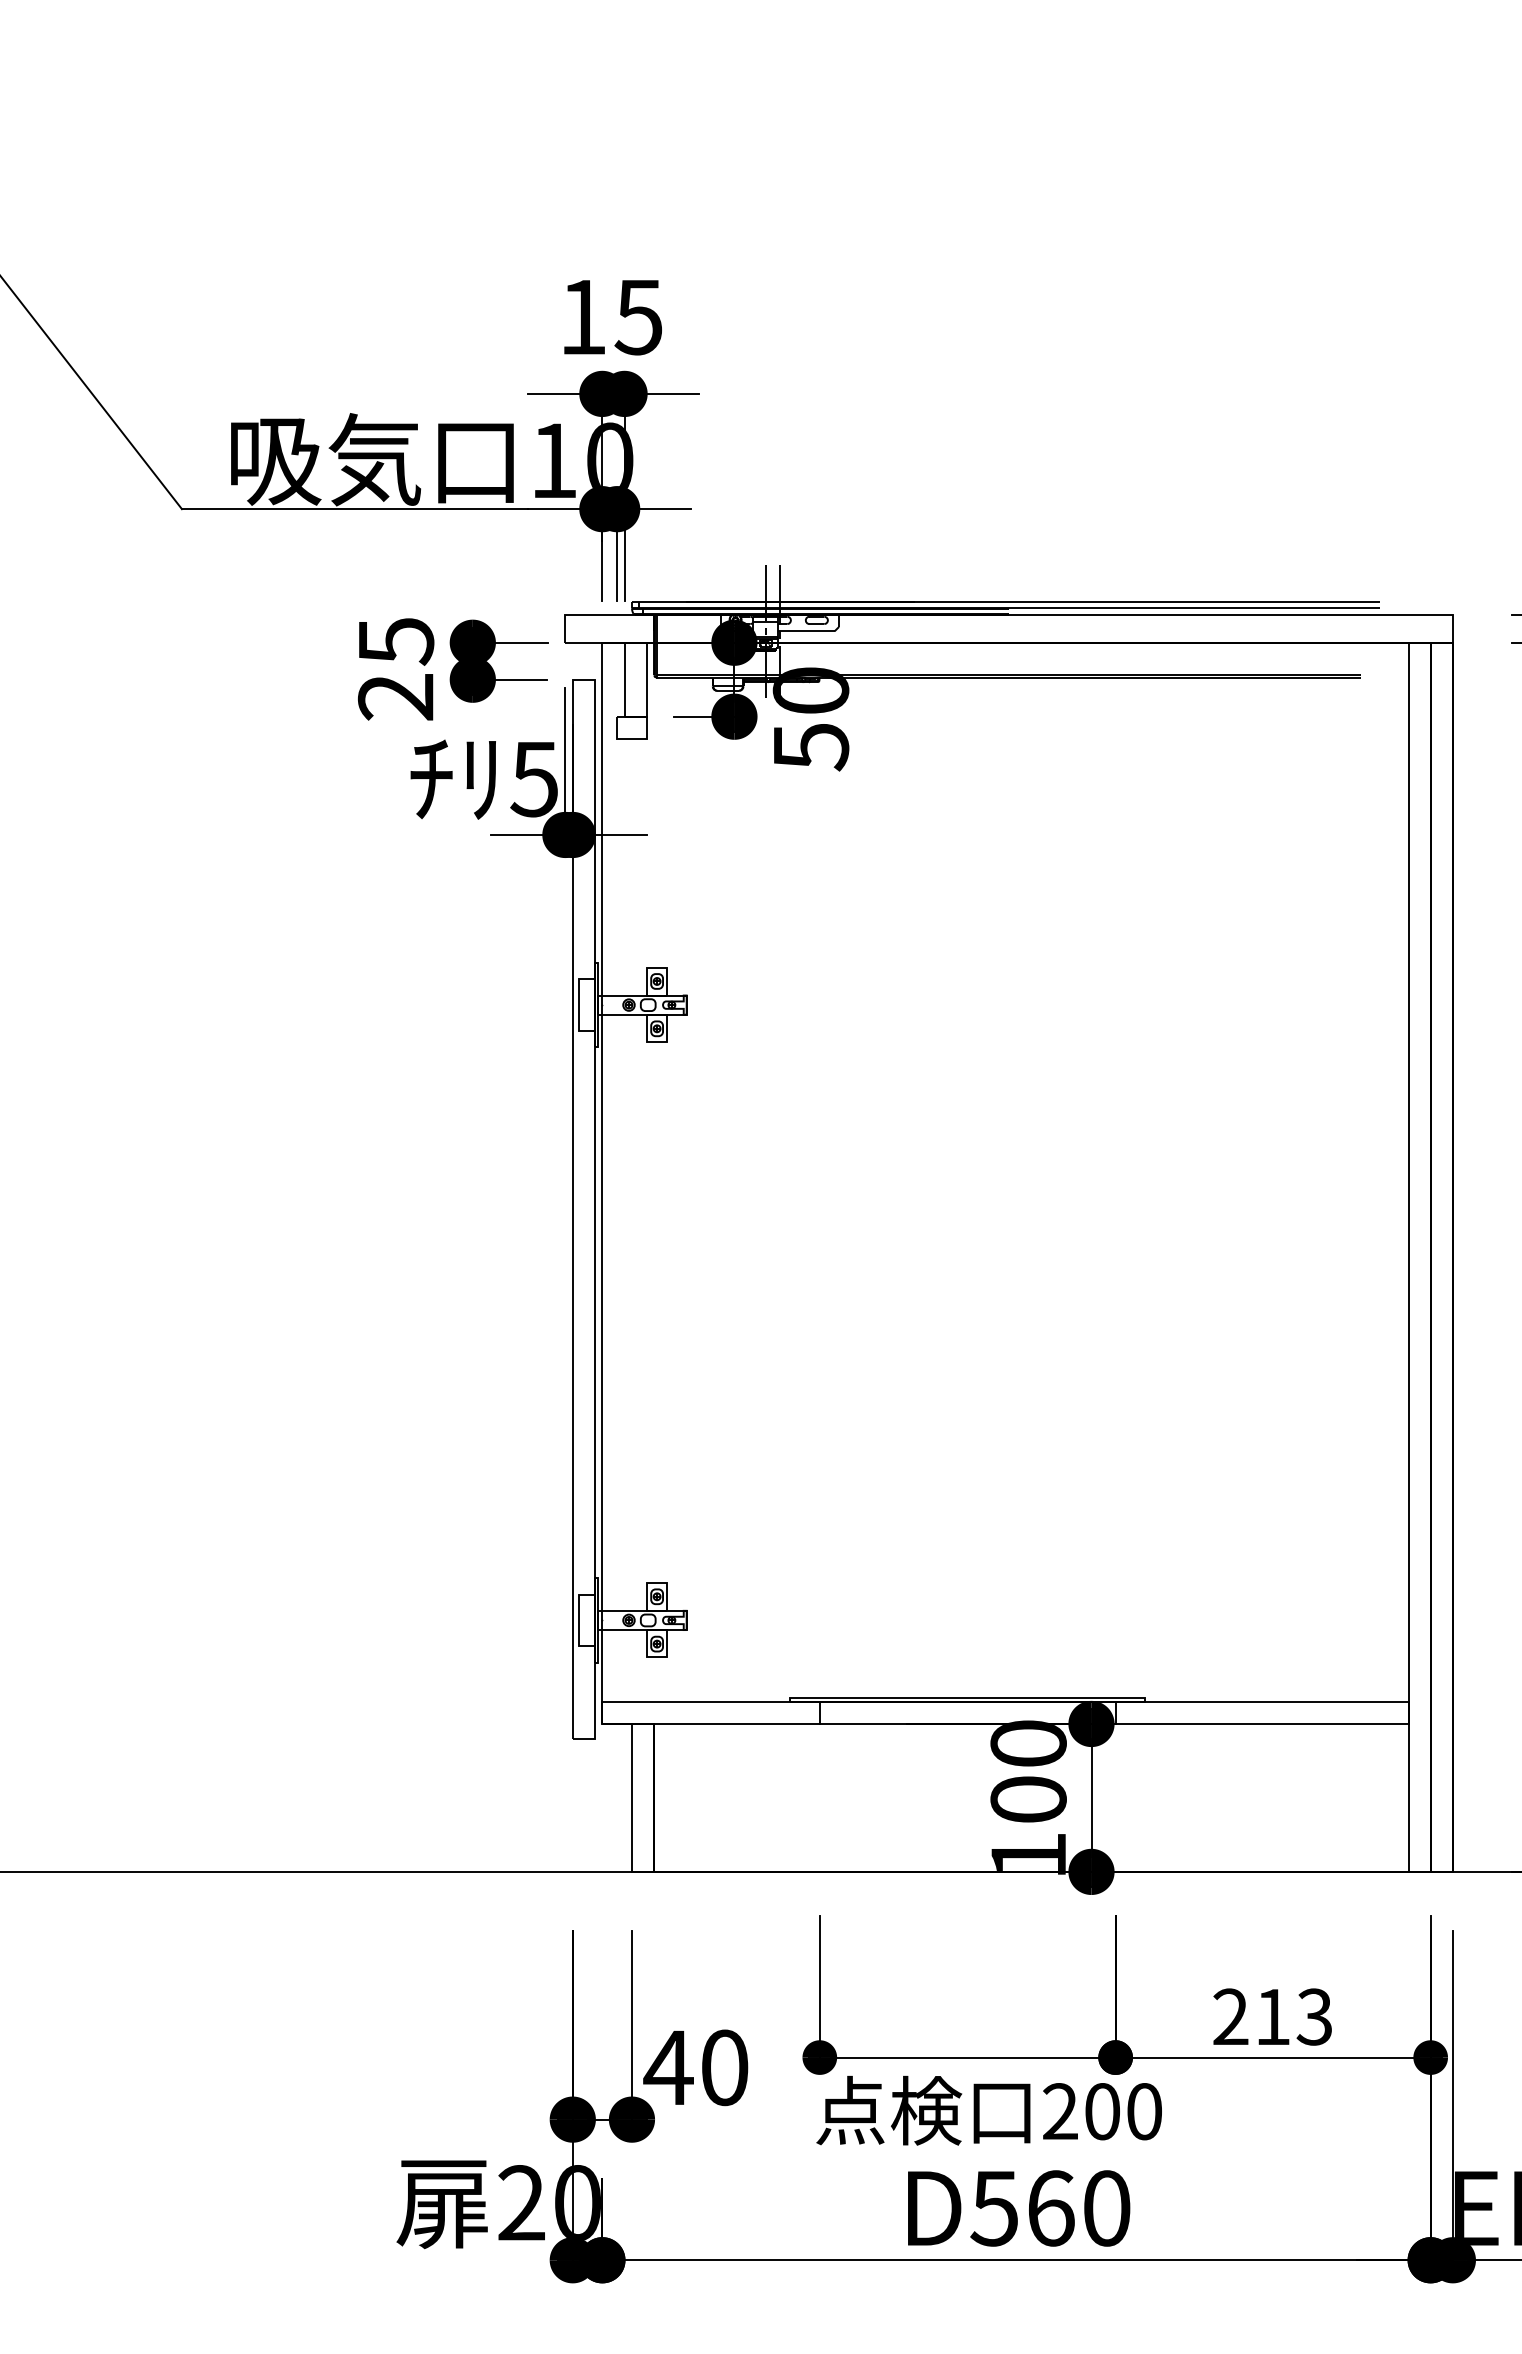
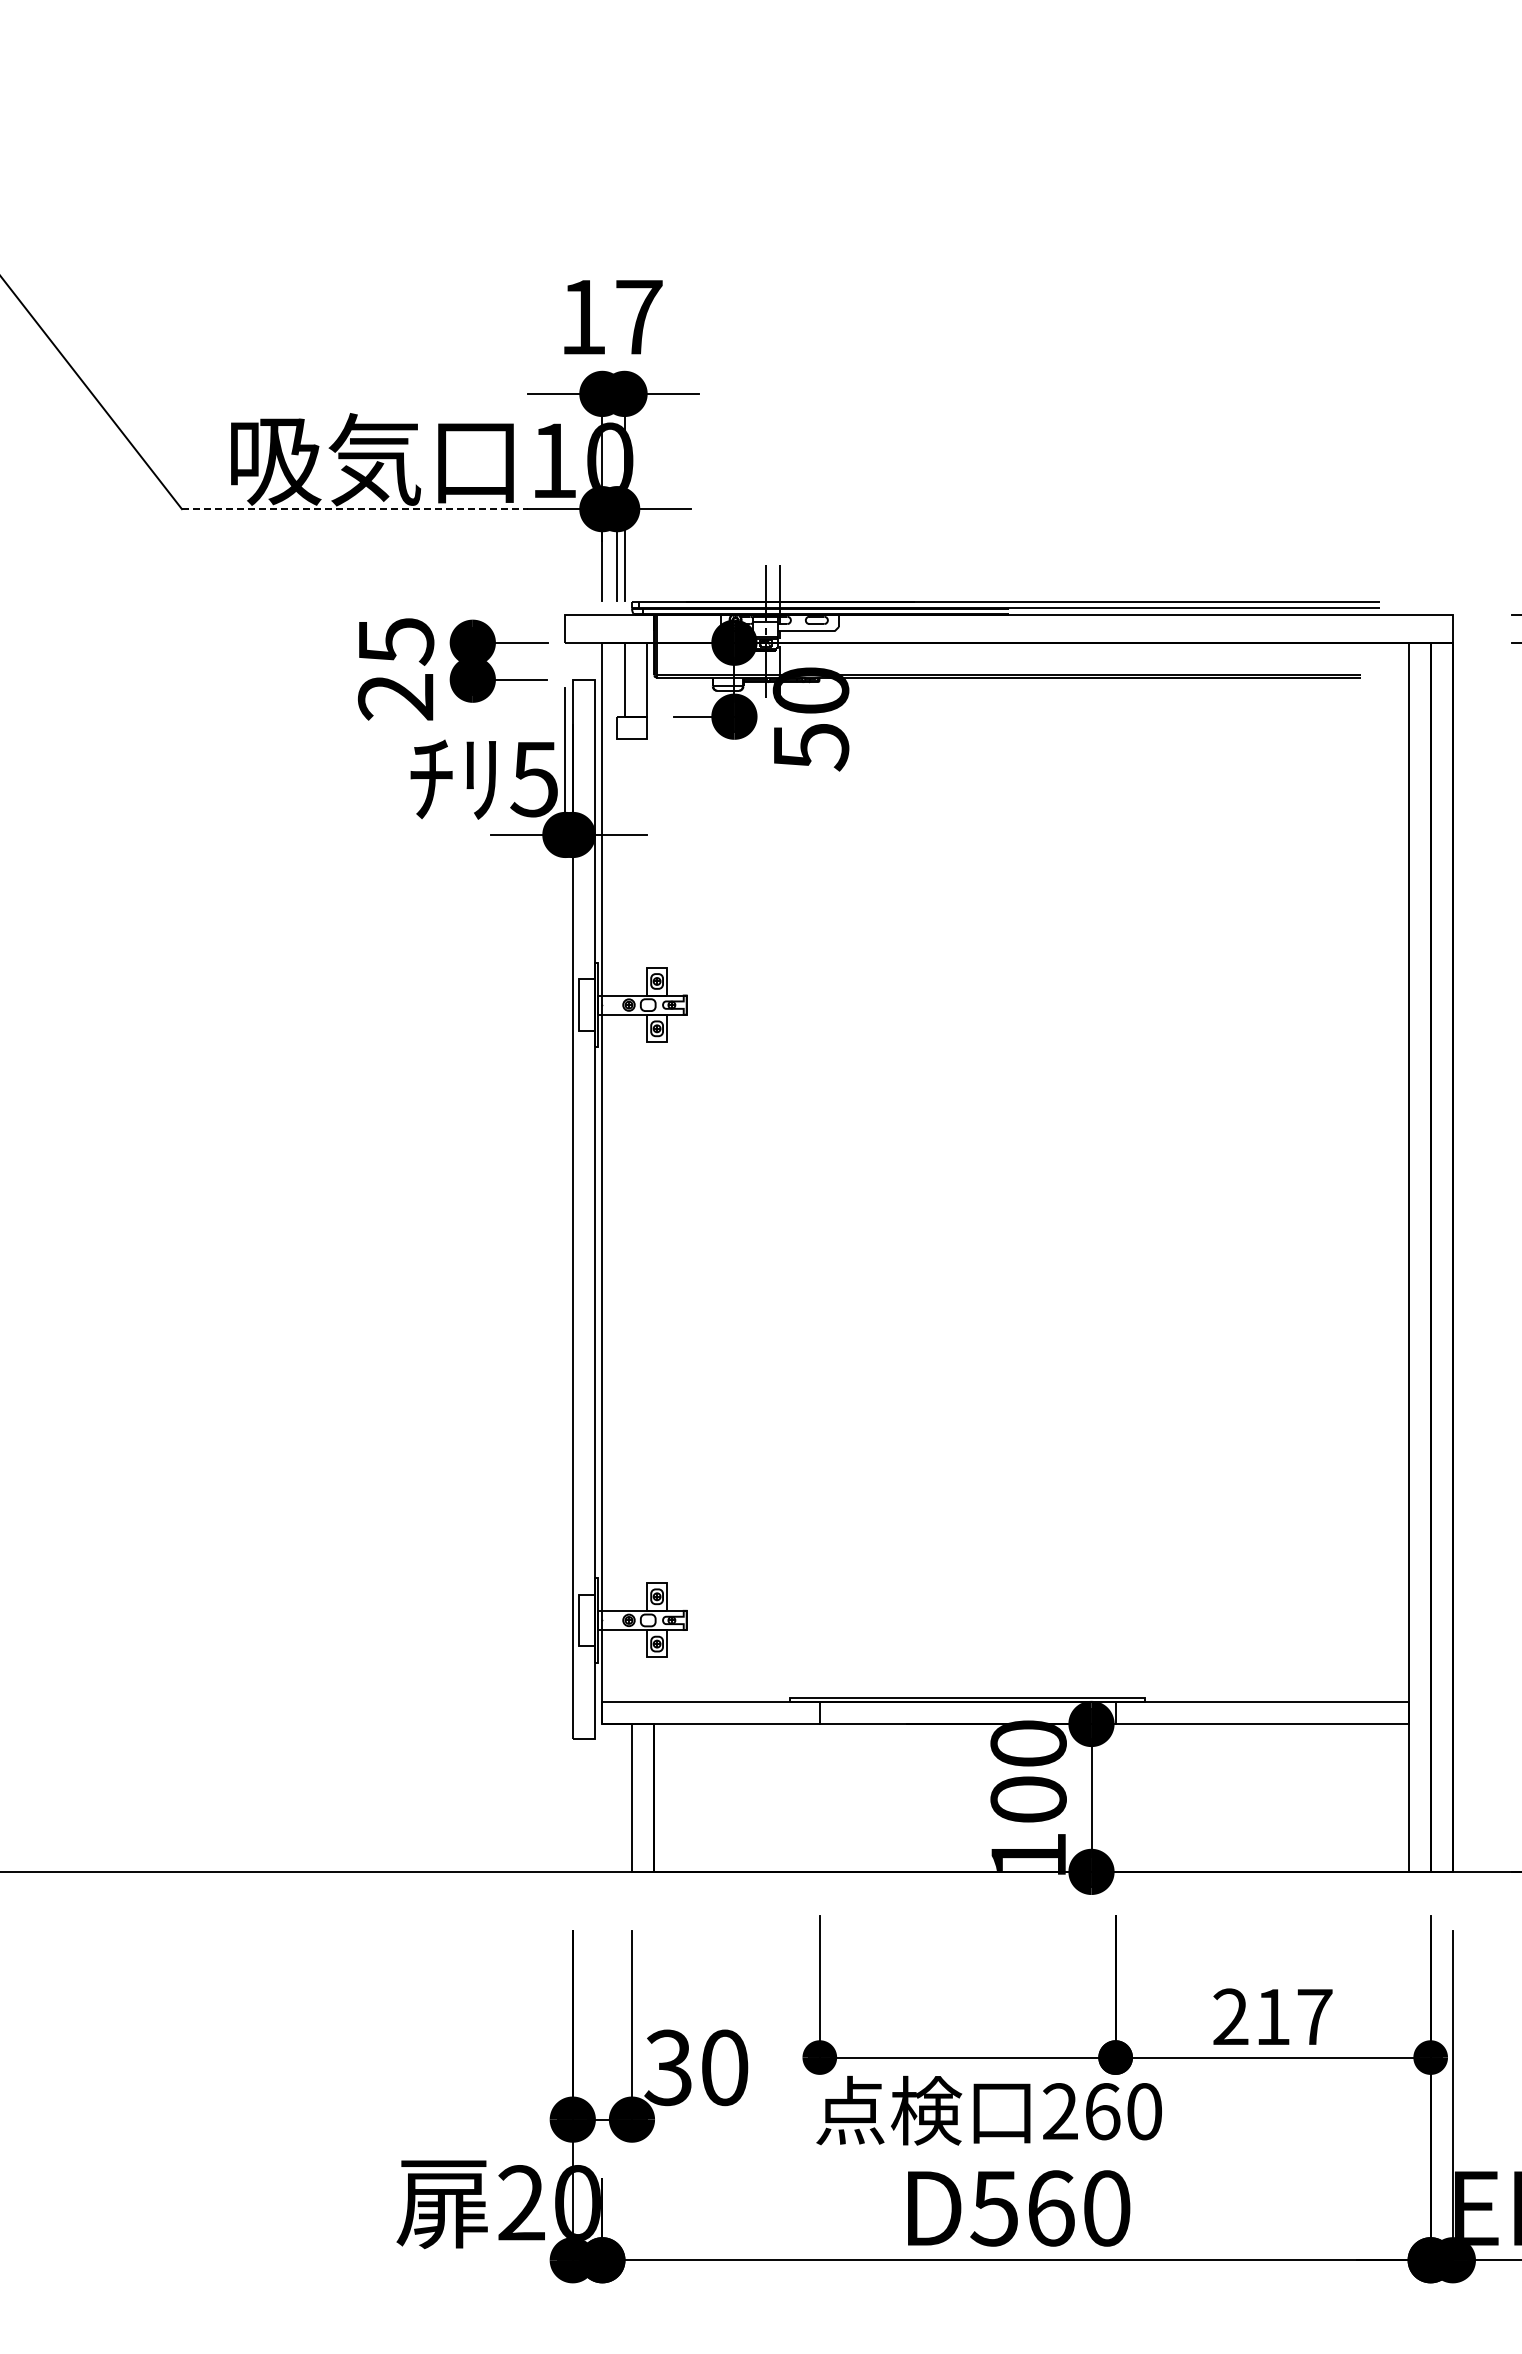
text at (638, 317): 15 -> 17
line at (355, 509): solid -> dashed
text at (1314, 2016): 213 -> 217
text at (668, 2067): 40 -> 30
text at (1102, 2111): 200 -> 260
